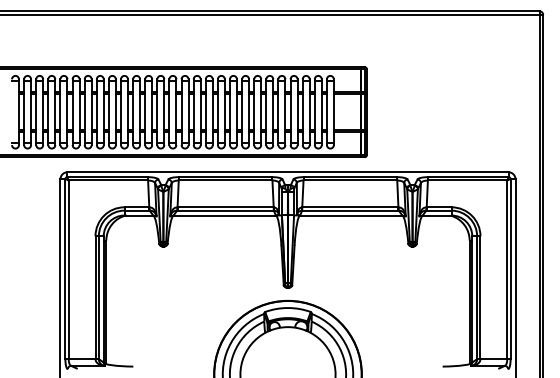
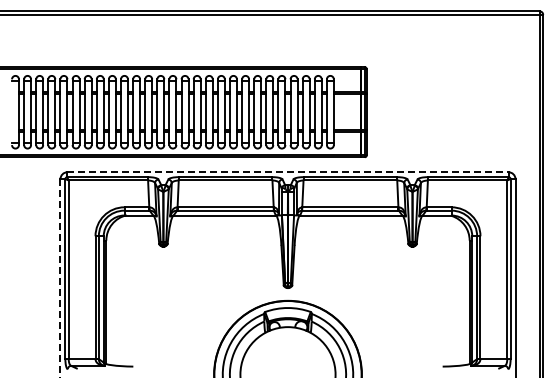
line at (288, 172): solid -> dashed
line at (60, 278): solid -> dashed
